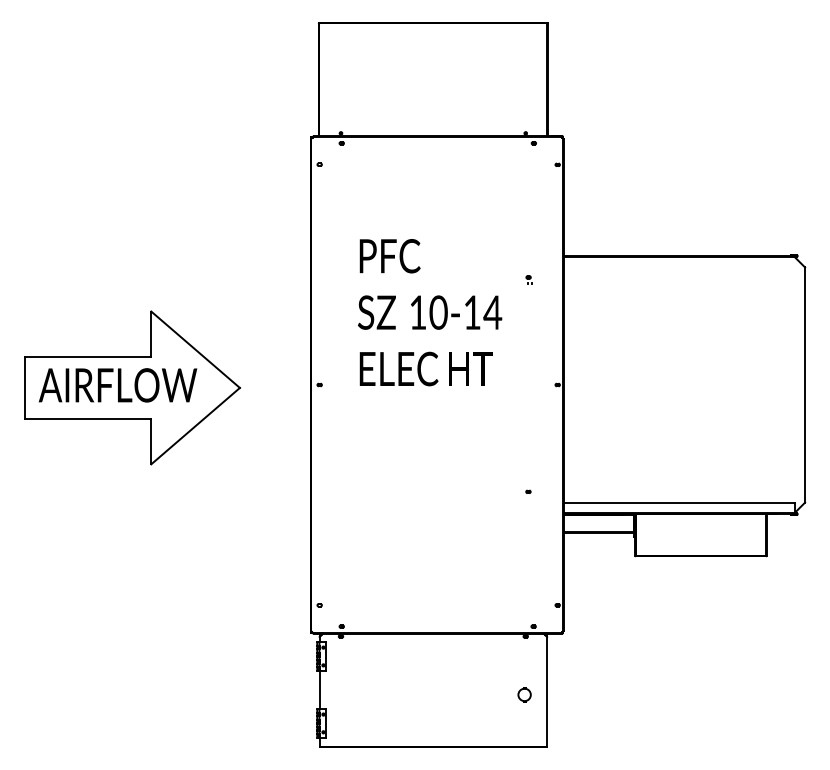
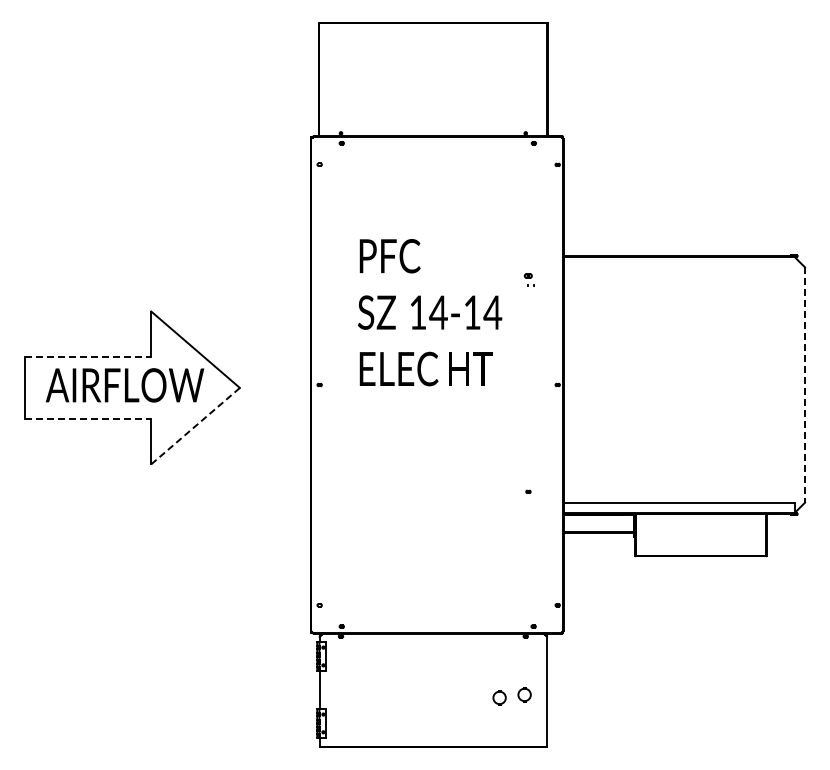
part at (528, 279) size: 8x10 px -> 11x14 px
text at (438, 312): 10-14 -> 14-14
line at (88, 357): solid -> dashed
text at (118, 385) position: (118, 385) -> (125, 385)
line at (805, 385): solid -> dashed
line at (88, 418): solid -> dashed
line at (195, 426): solid -> dashed
part at (499, 697): none -> present
